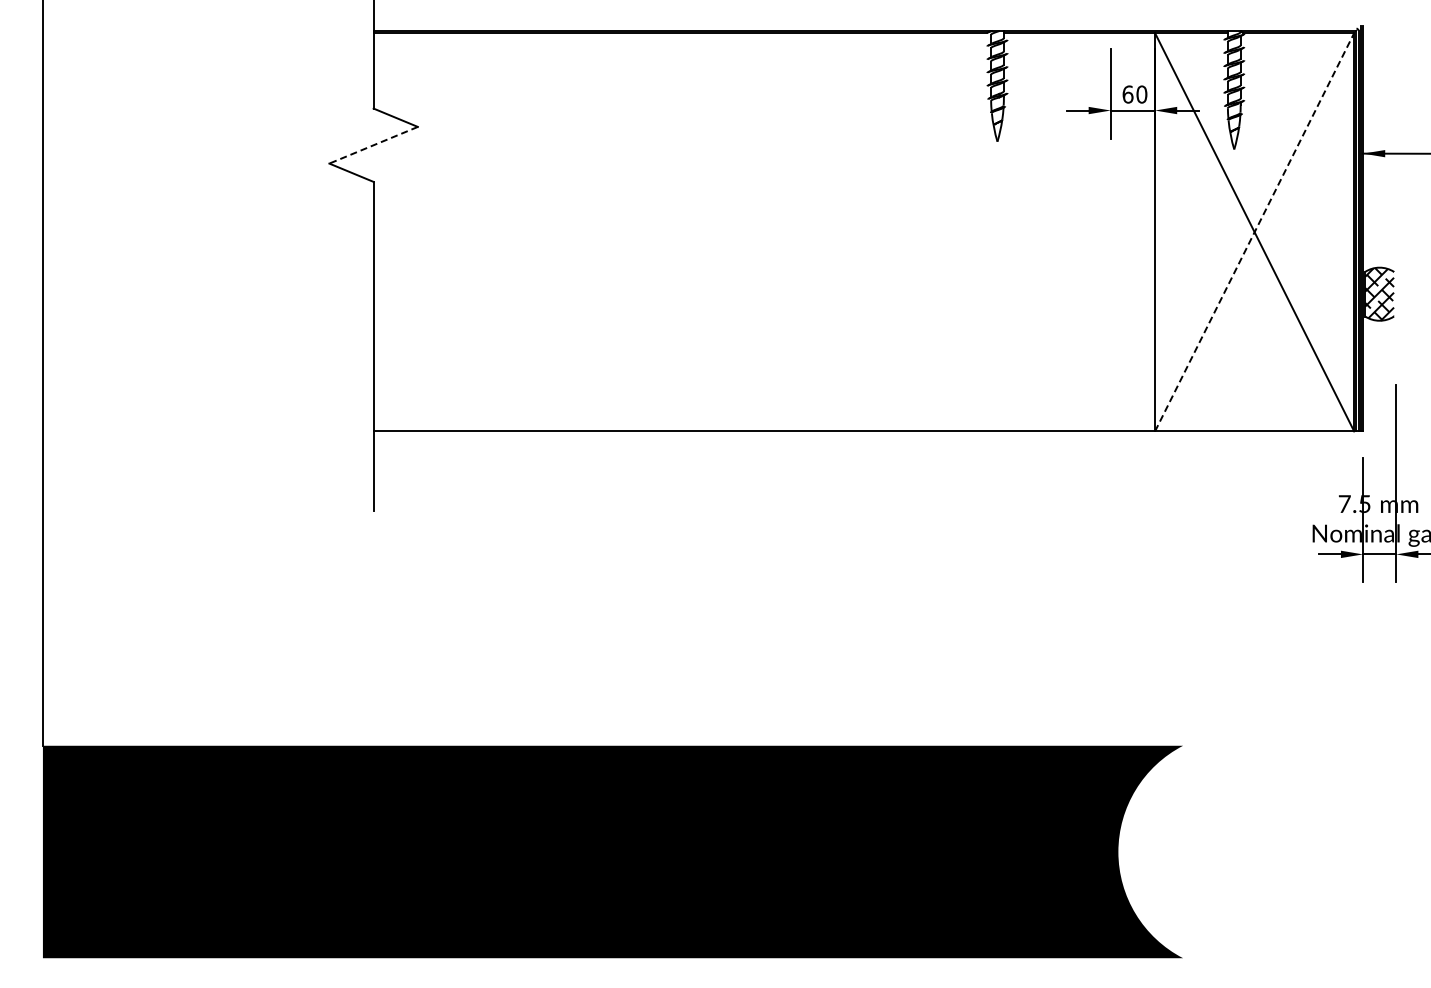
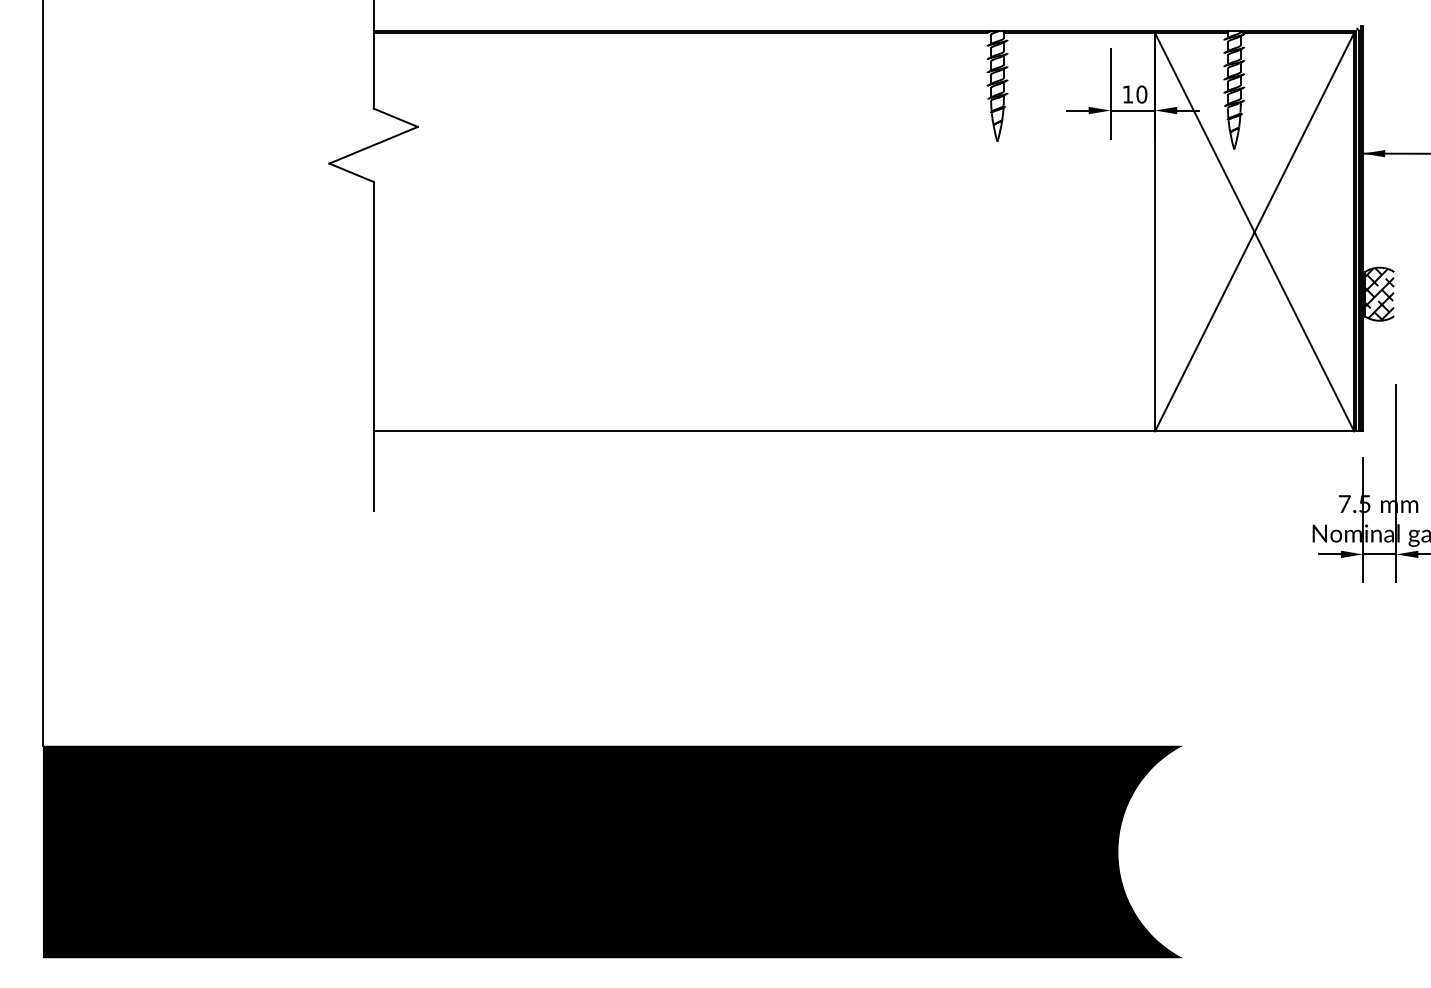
text at (1127, 94): 60 -> 10
line at (373, 145): dashed -> solid
line at (1254, 232): dashed -> solid
